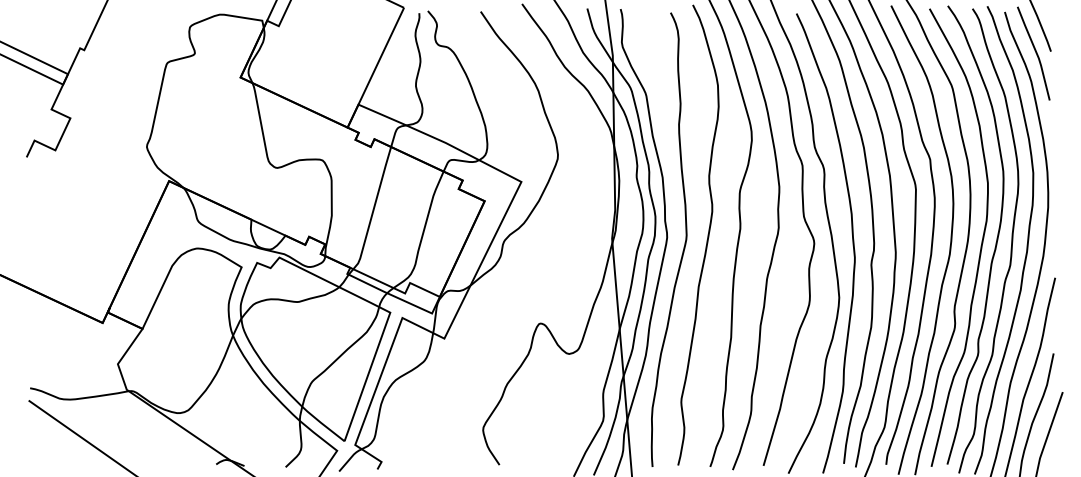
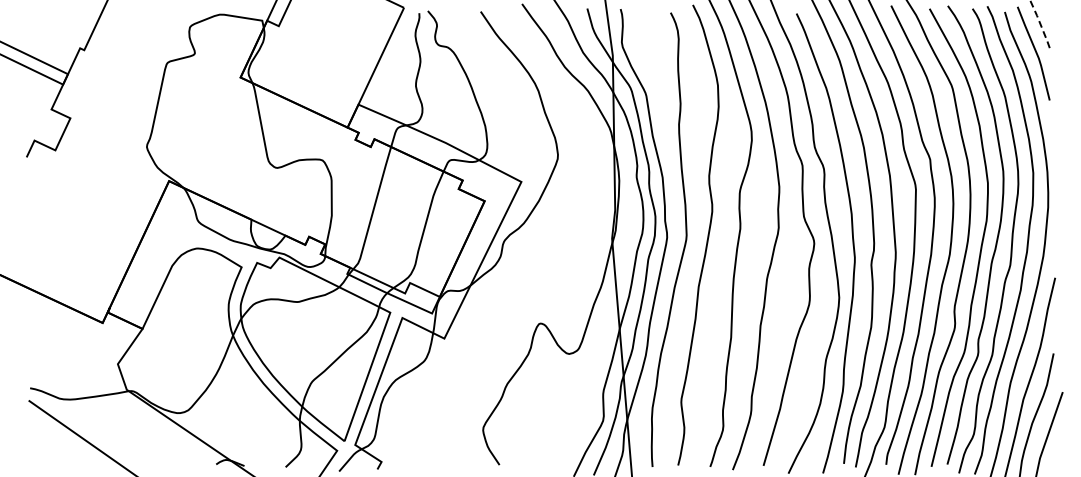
line at (1041, 25): solid -> dashed
